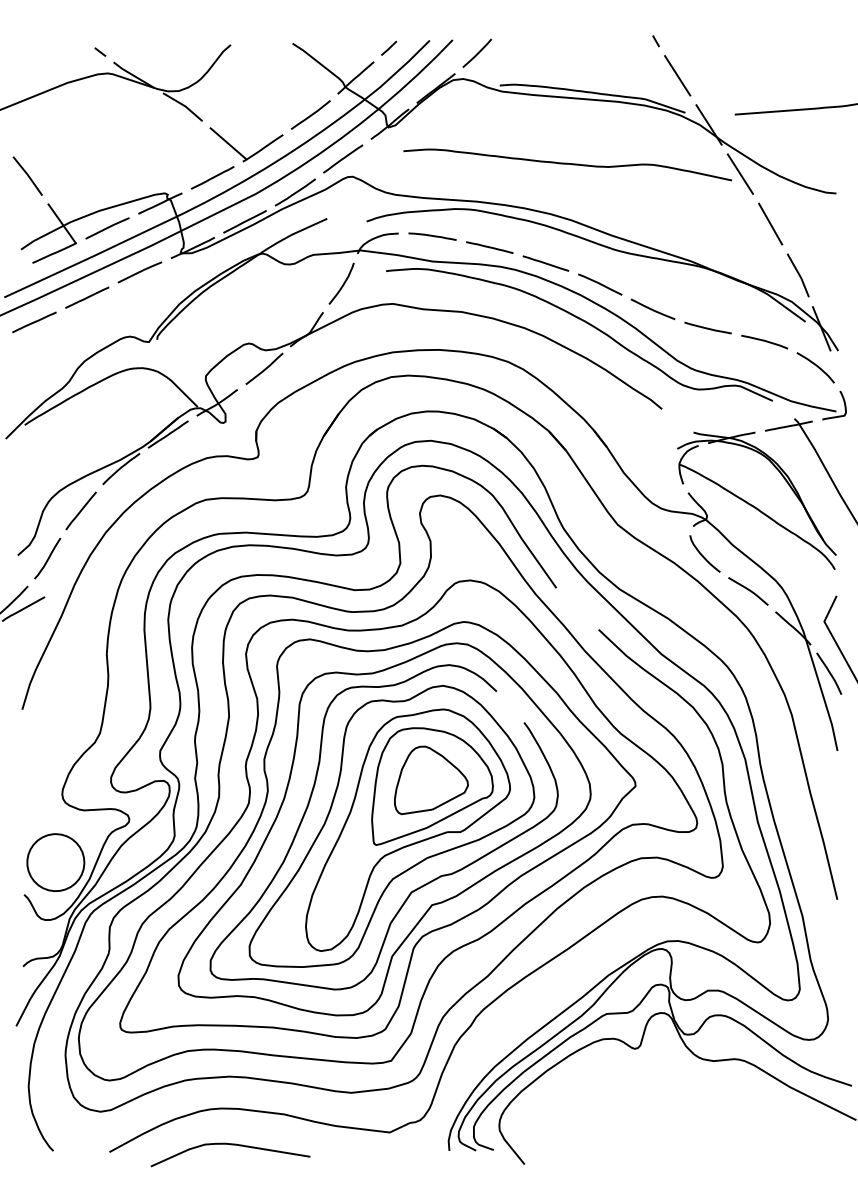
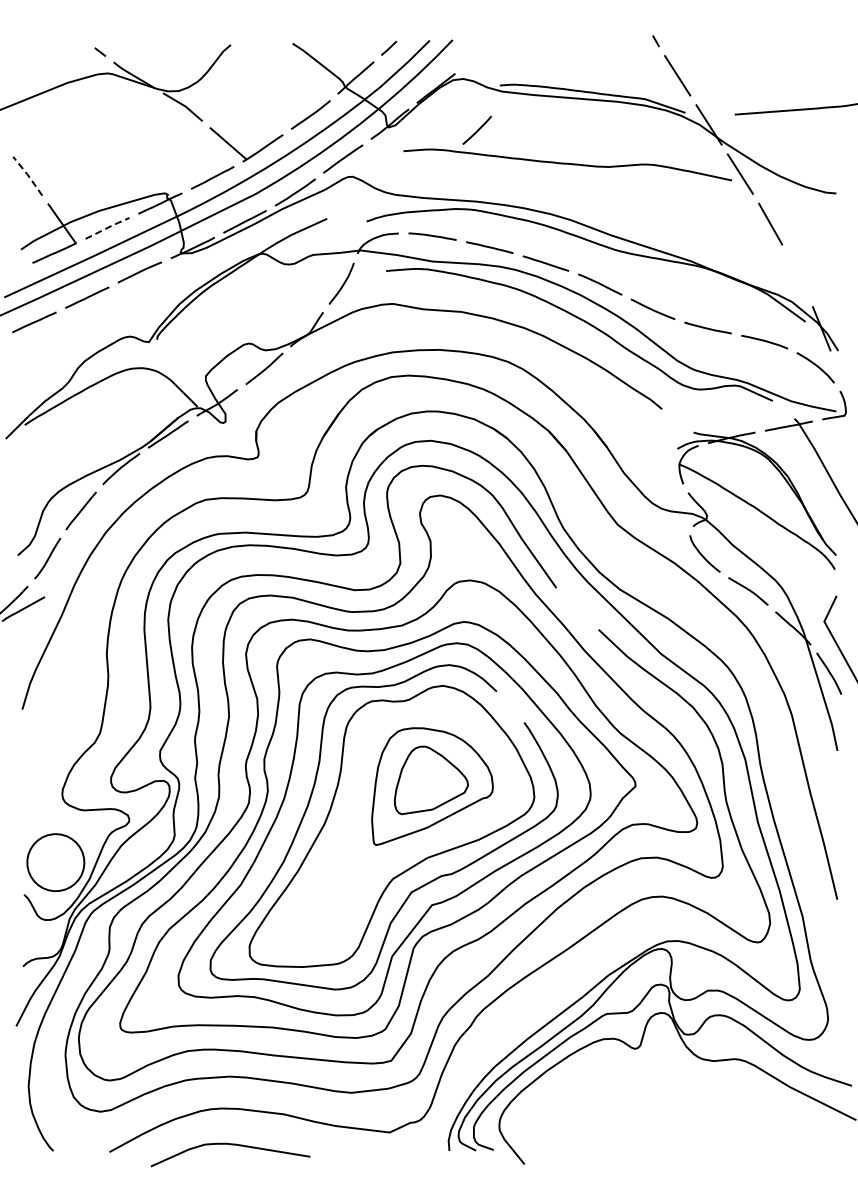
line at (477, 52) position: (477, 52) -> (477, 129)
line at (28, 175): solid -> dashed
line at (108, 227): solid -> dashed
line at (798, 275): present -> none
part at (408, 829): present -> none
